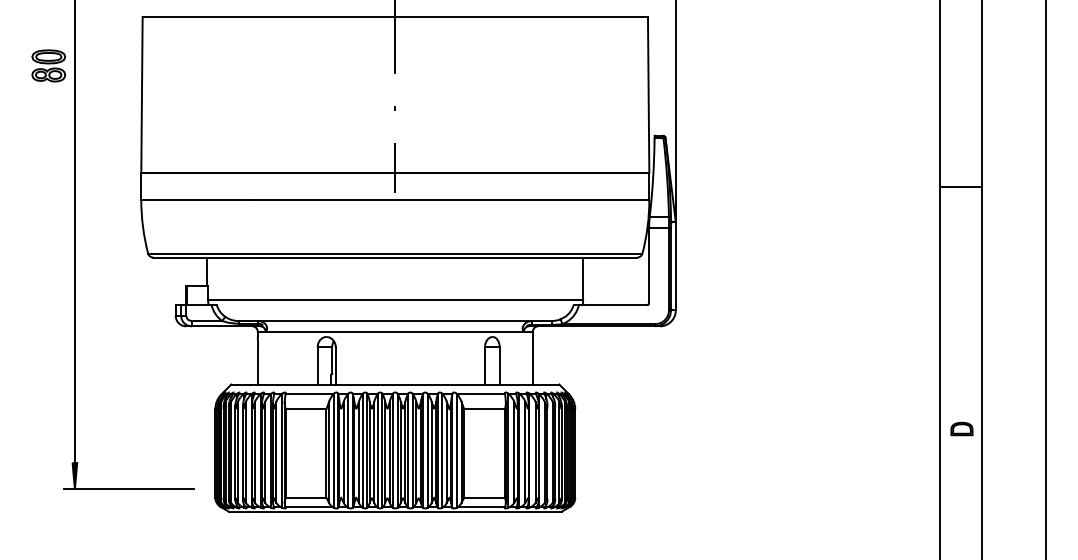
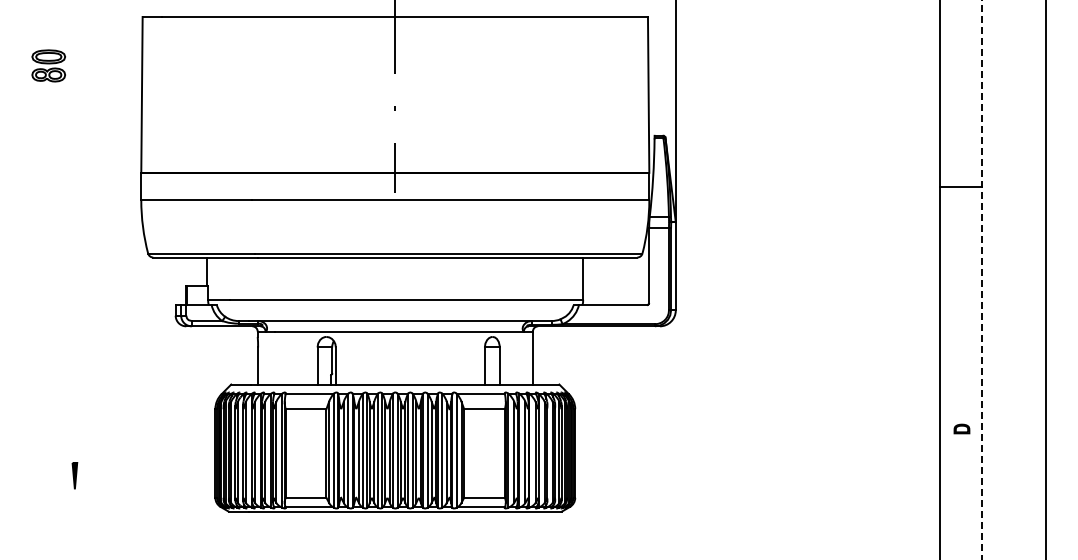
line at (74, 232): present -> none
line at (982, 279): solid -> dashed
part at (961, 428) size: 24x16 px -> 18x12 px
line at (129, 489): present -> none
